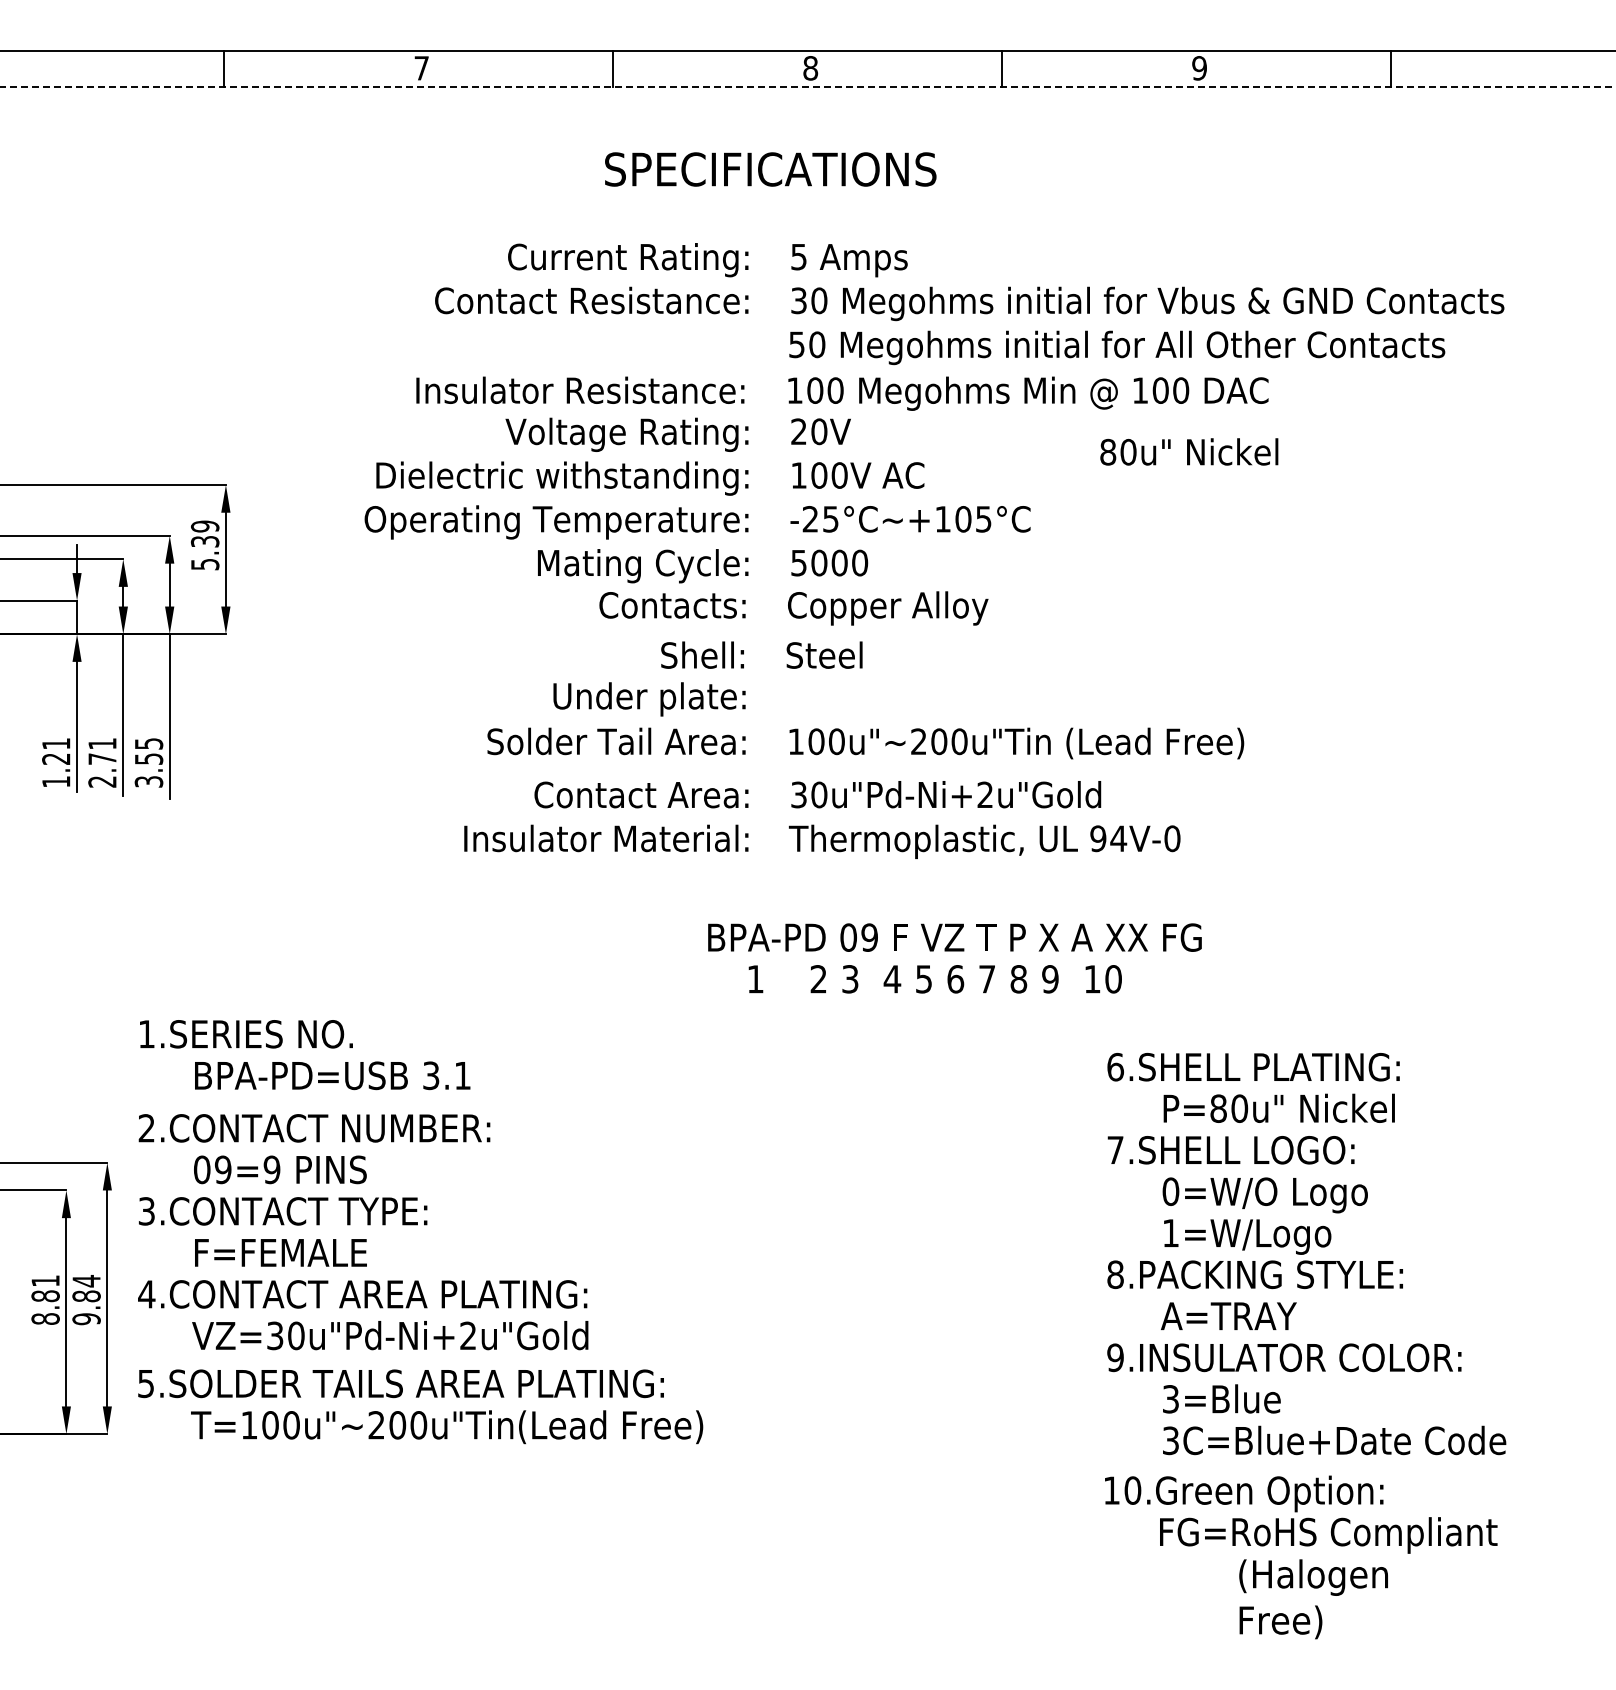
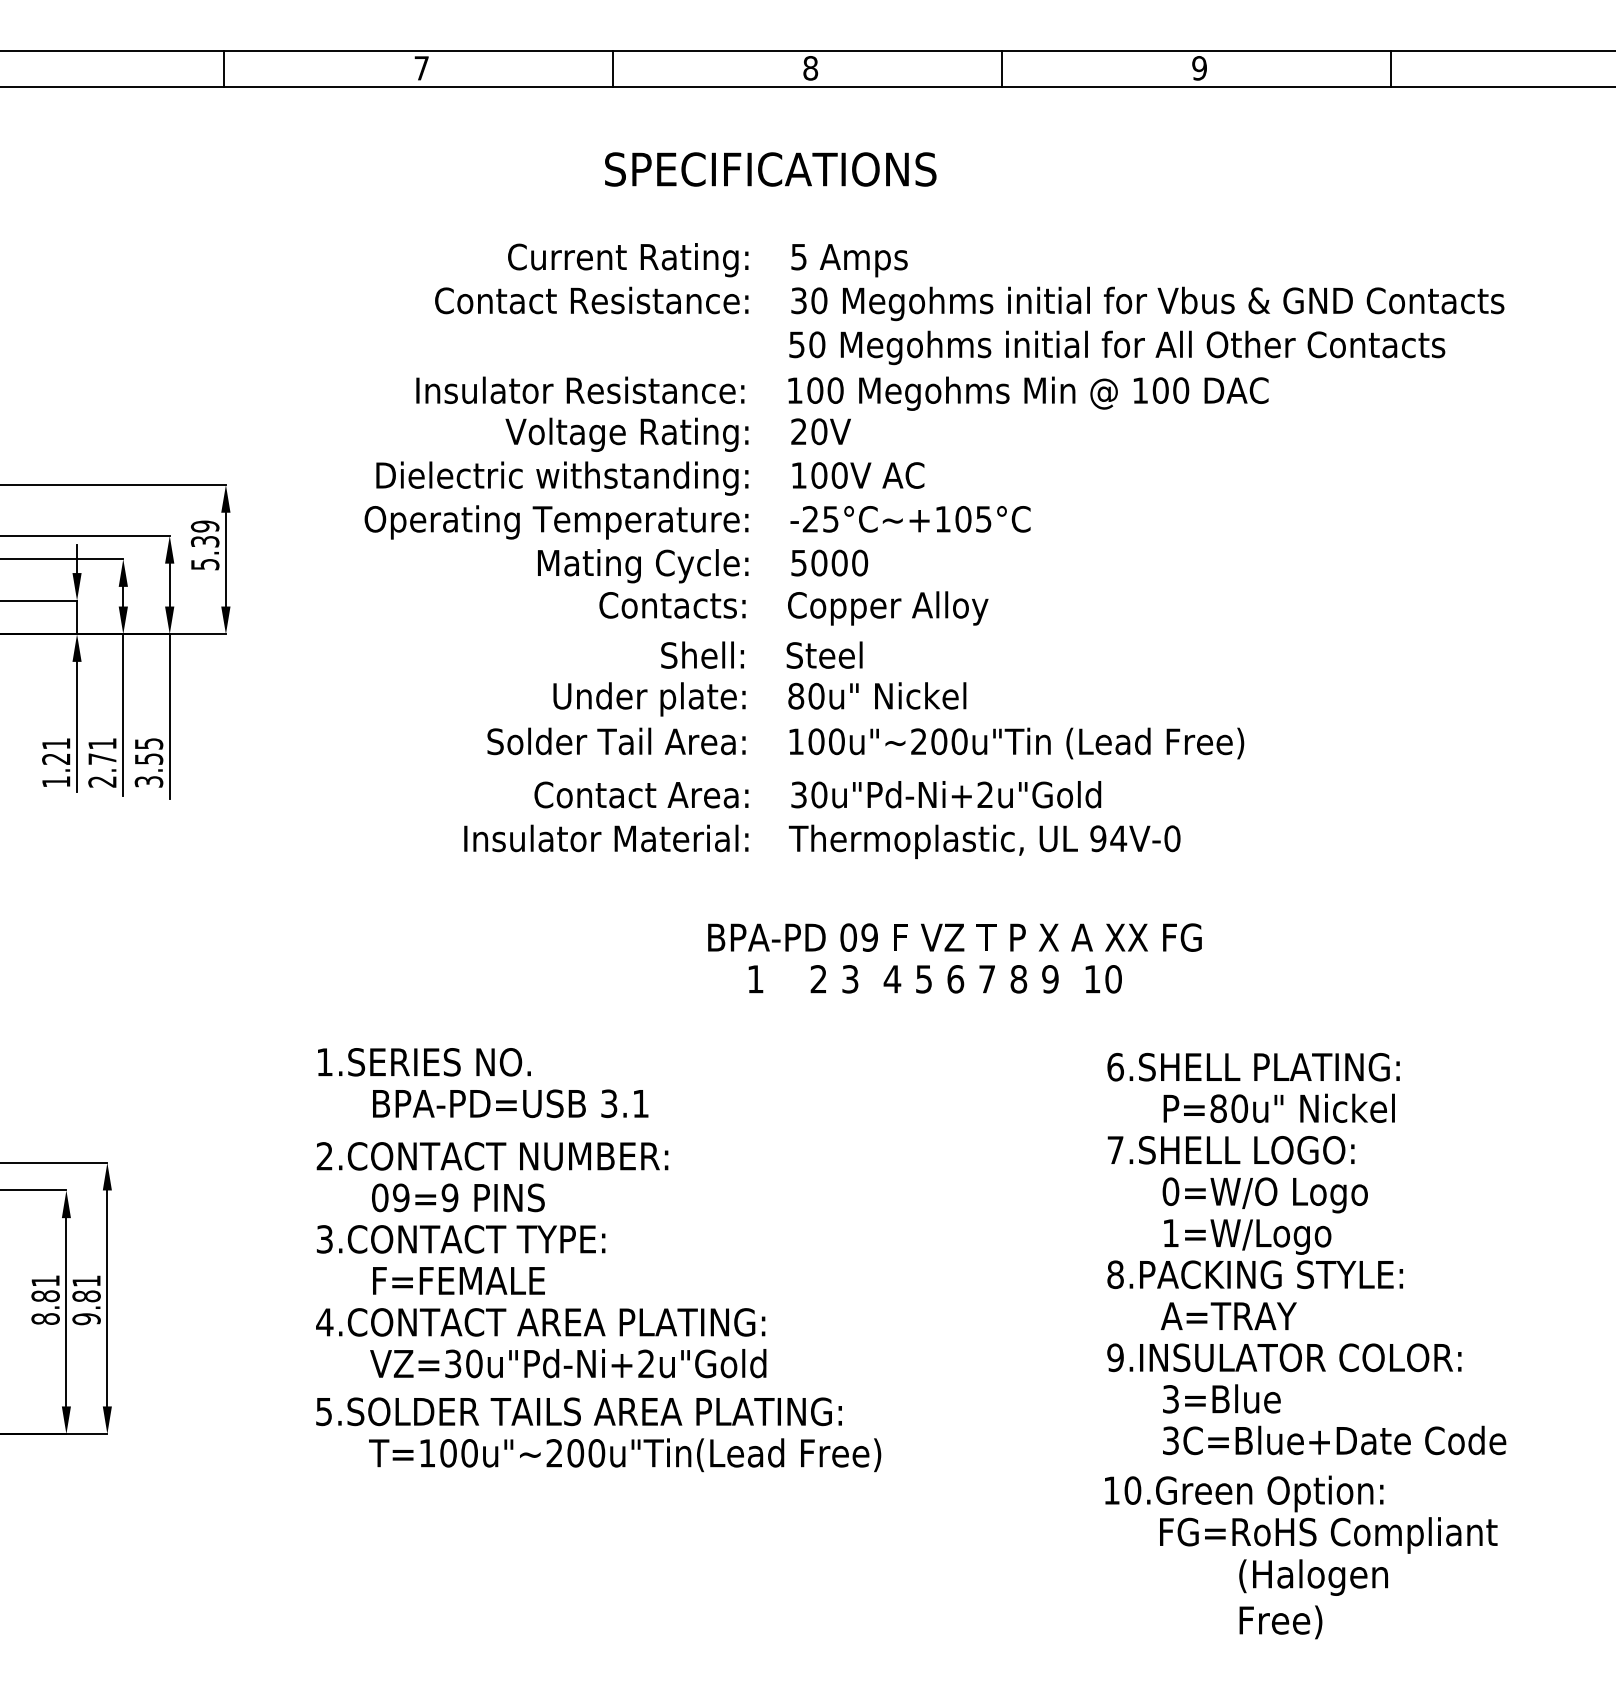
line at (807, 86): dashed -> solid
text at (1189, 451) position: (1189, 451) -> (877, 695)
text at (420, 1232) position: (420, 1232) -> (598, 1260)
text at (86, 1281): 9.84 -> 9.81
